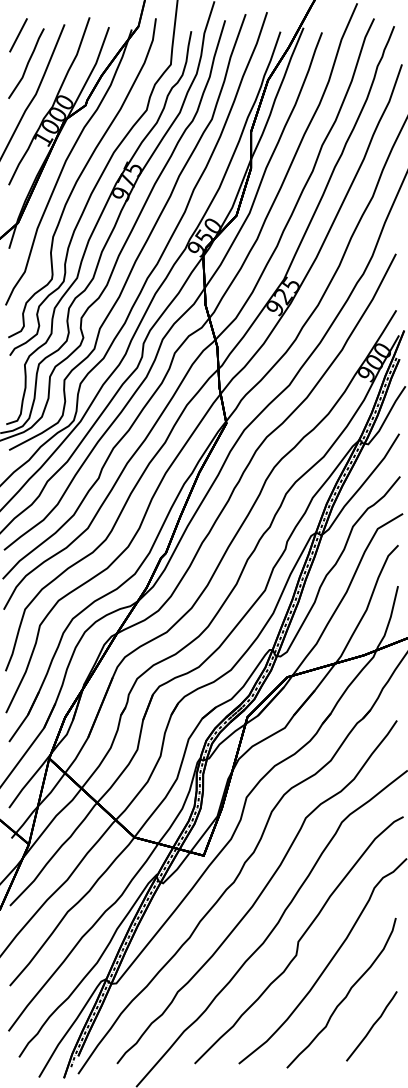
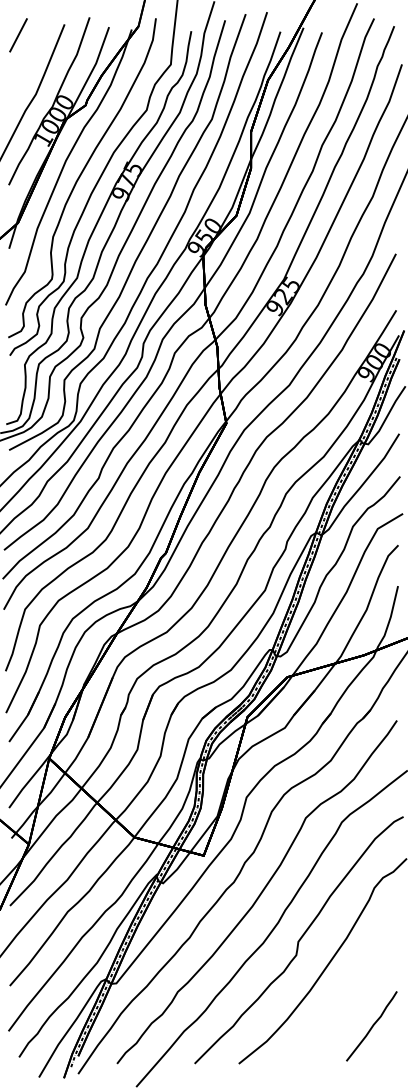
curve at (27, 63): present -> none
curve at (345, 995): present -> none
